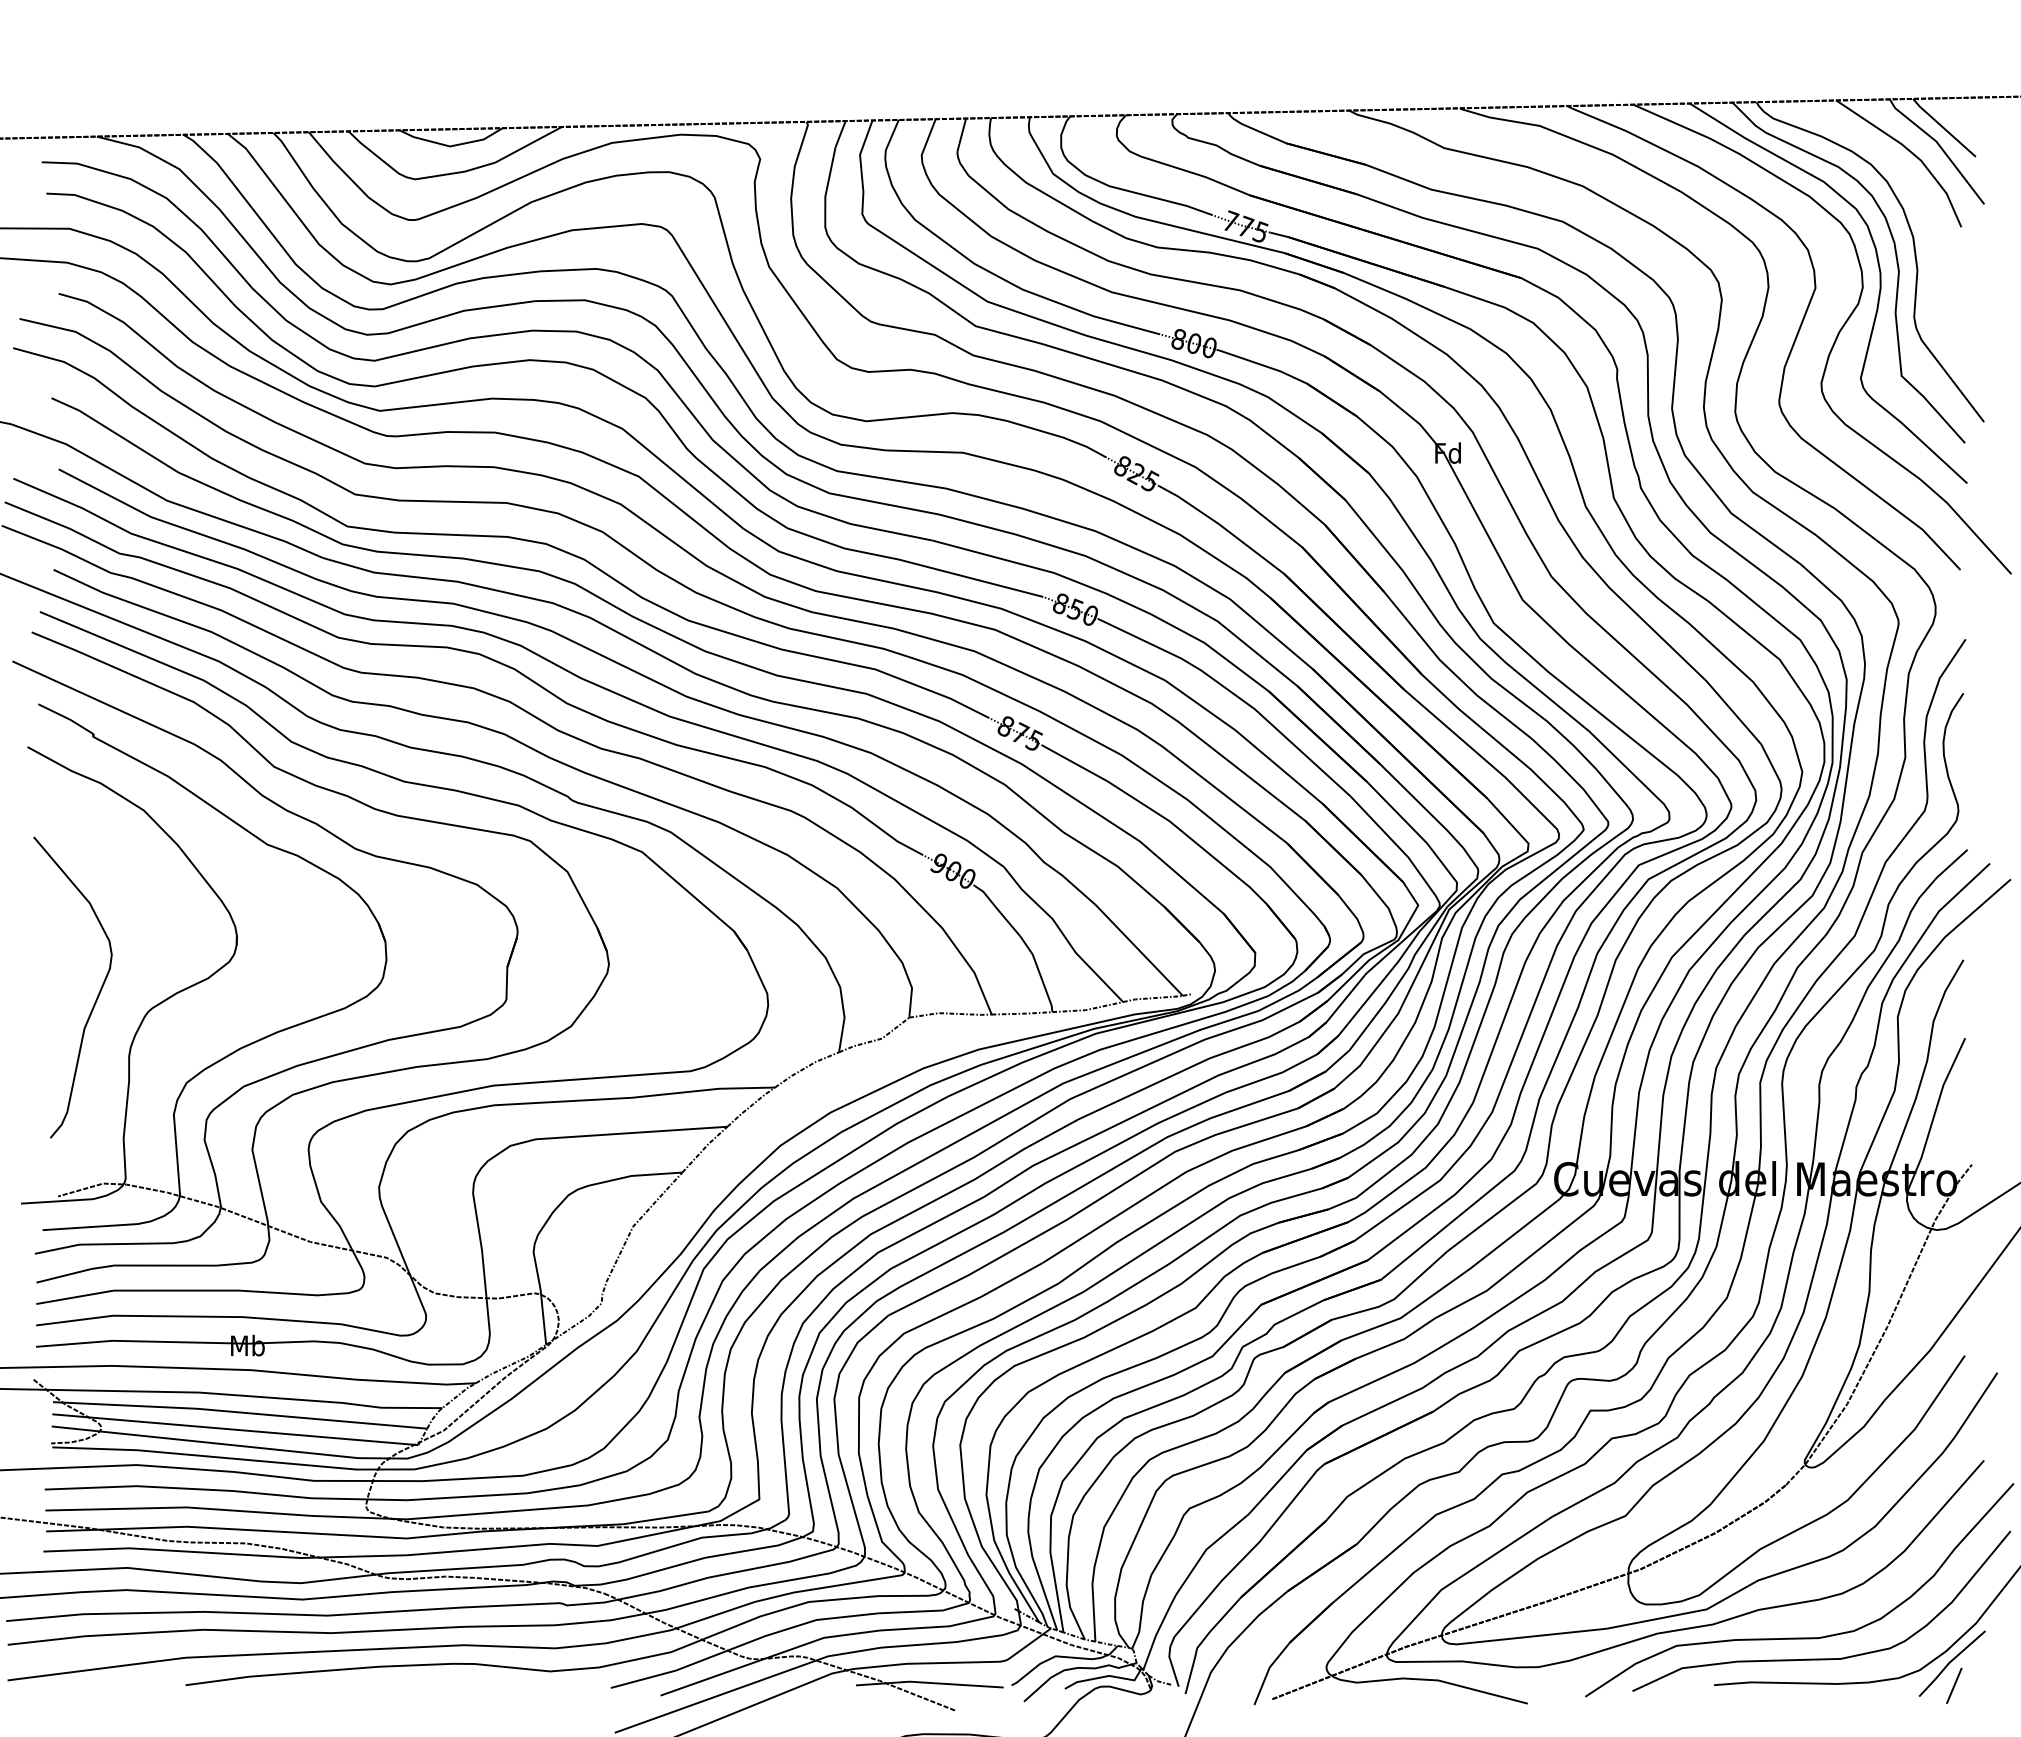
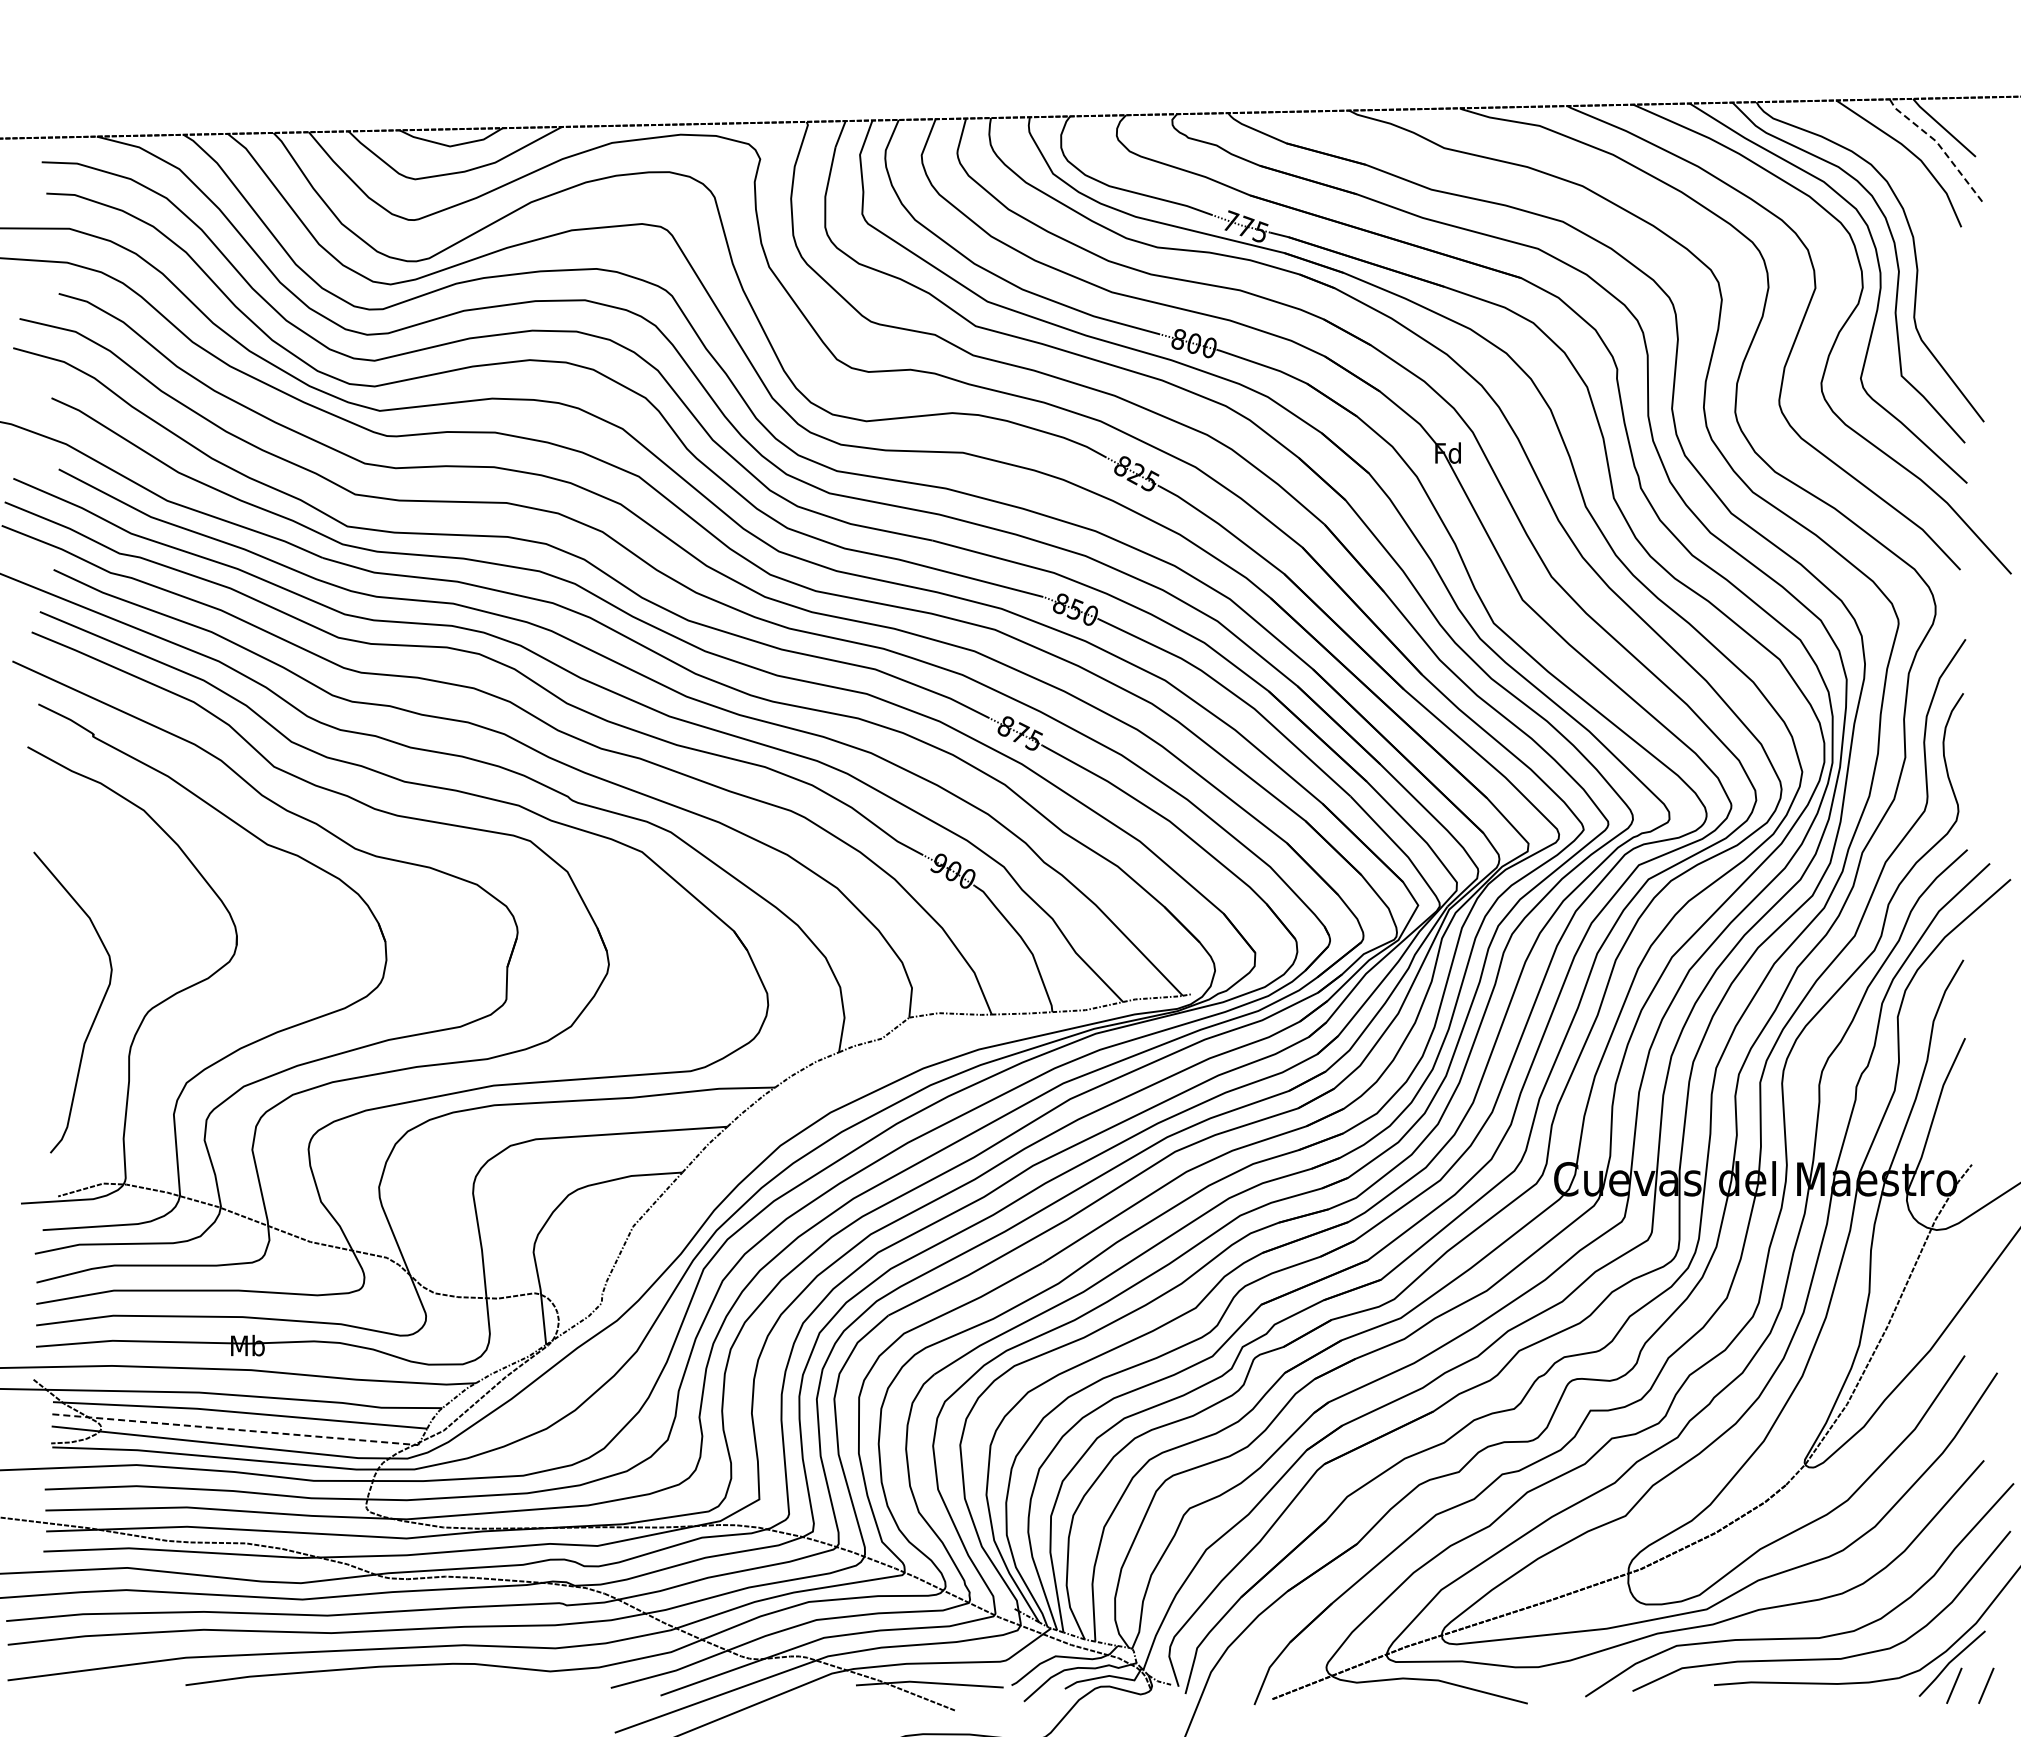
line at (1940, 146): solid -> dashed
curve at (96, 997) position: (96, 997) -> (96, 1012)
line at (235, 1429): solid -> dashed
line at (1986, 1685): none -> present
